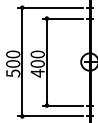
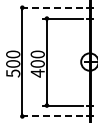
line at (49, 7): solid -> dashed
line at (49, 116): solid -> dashed
